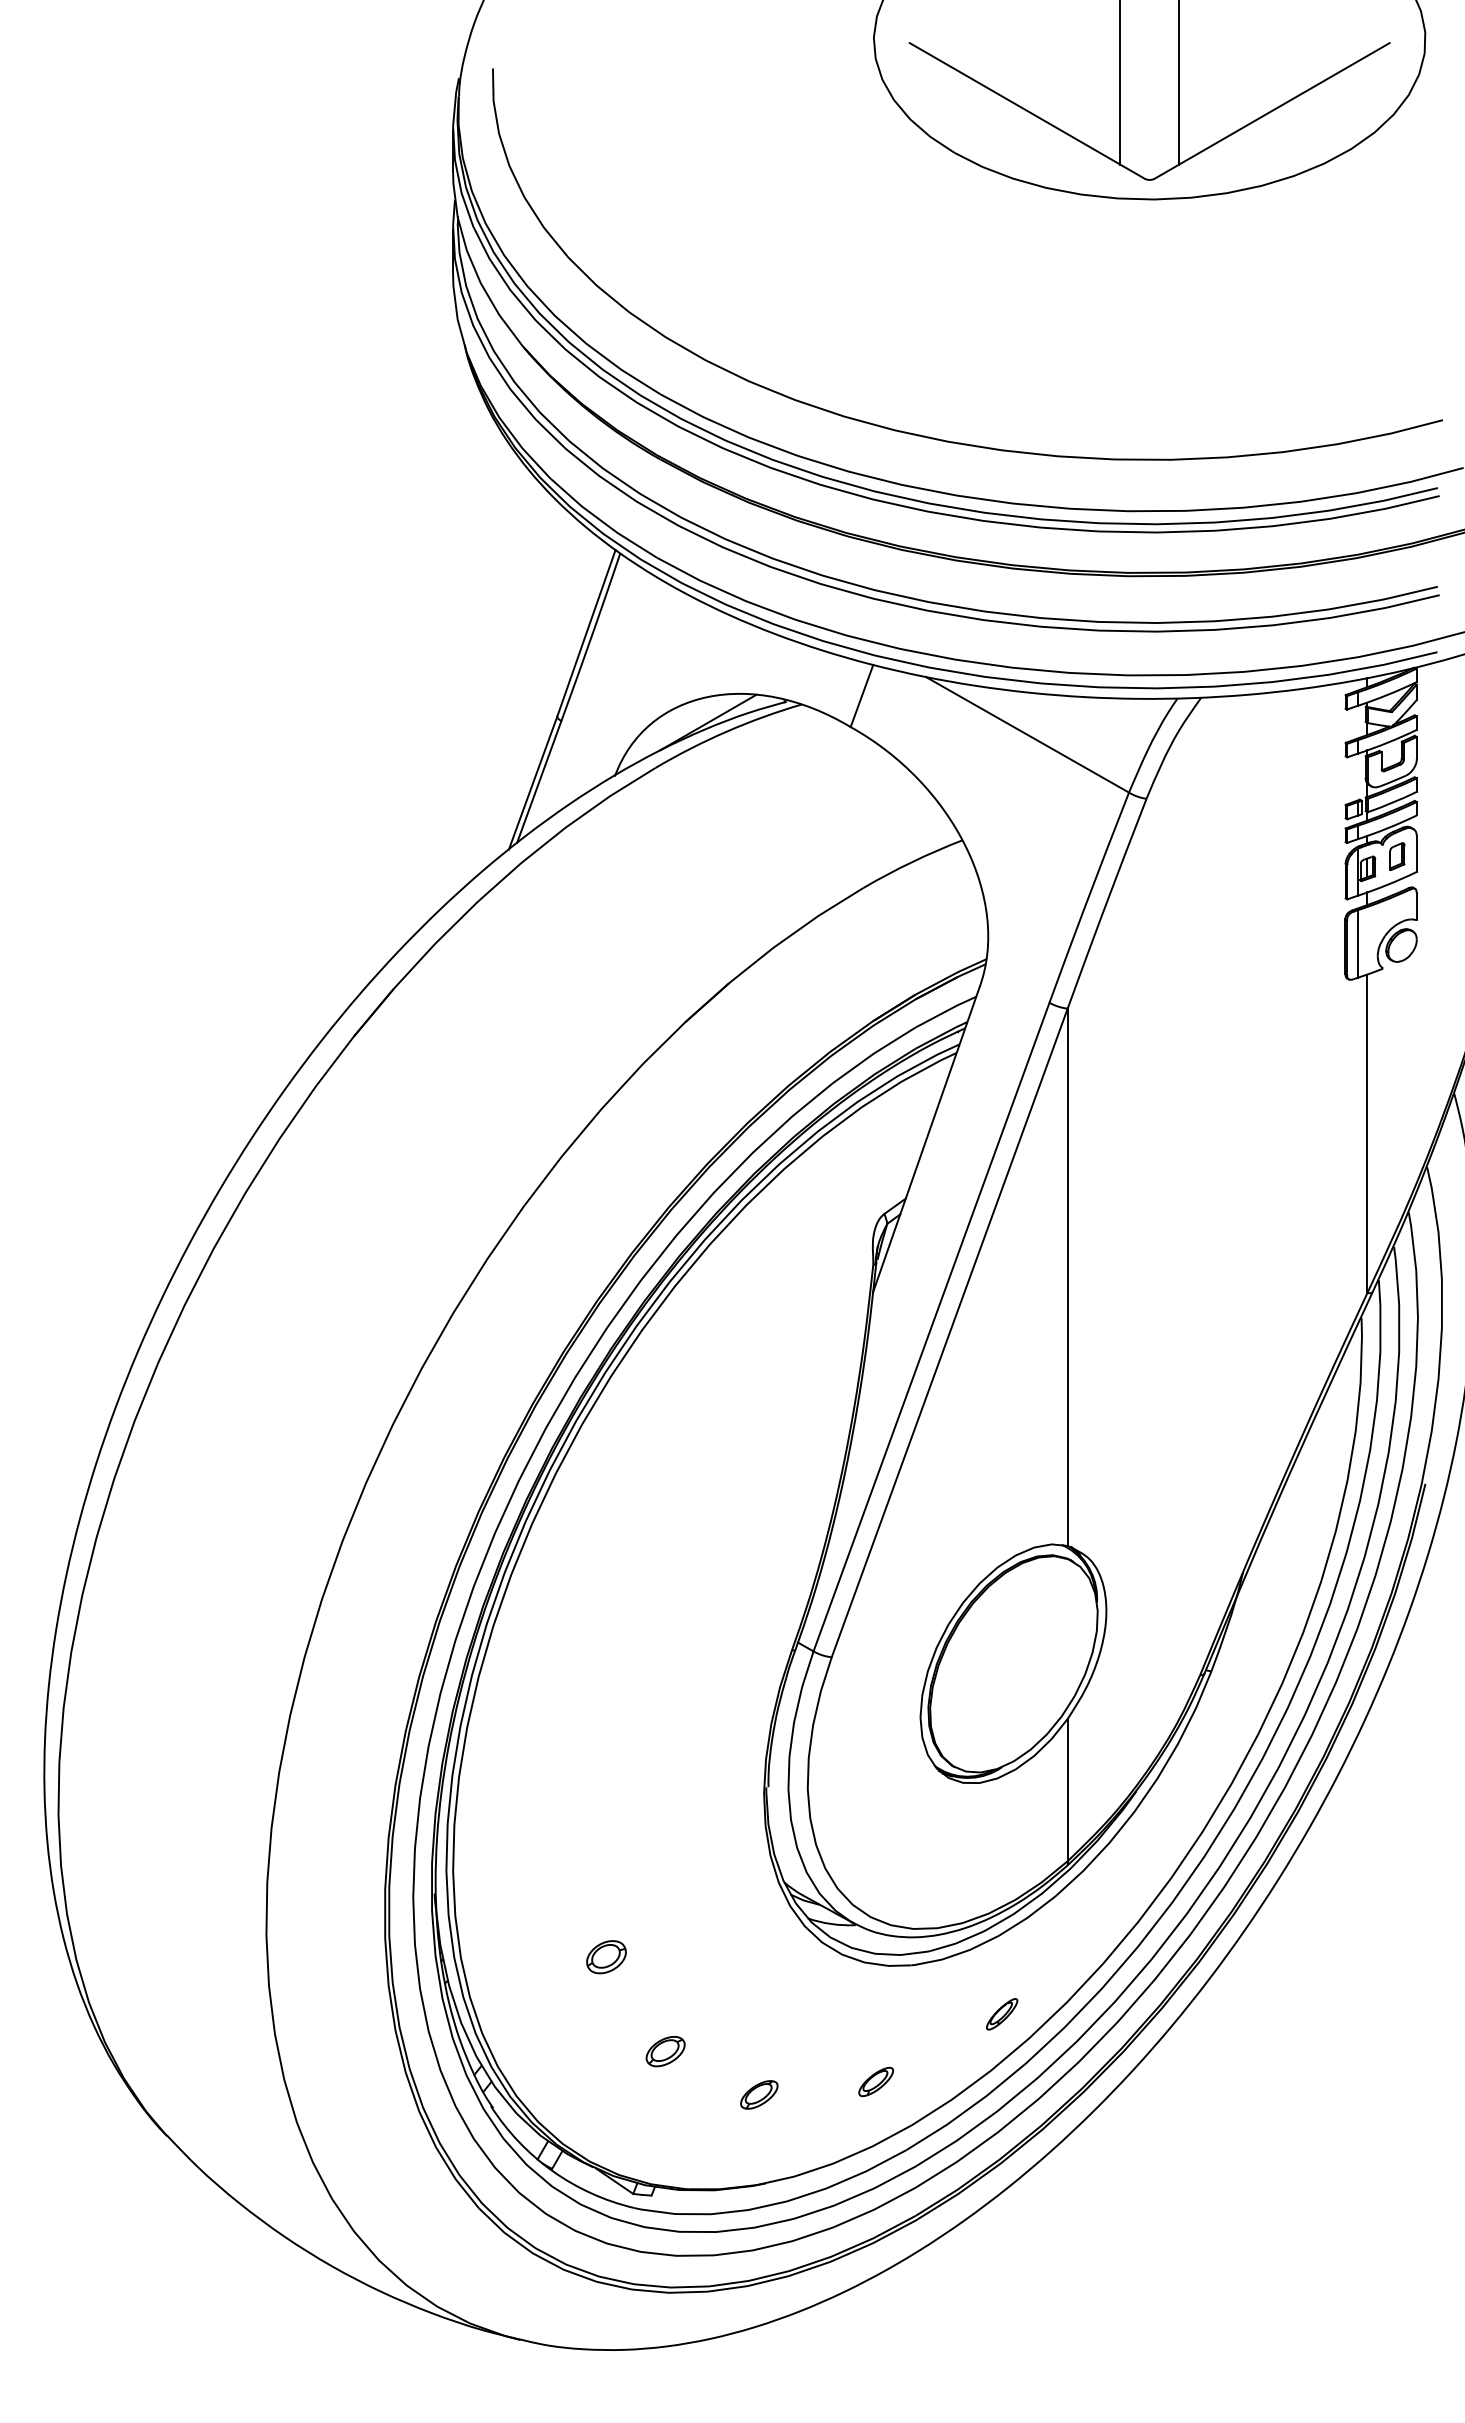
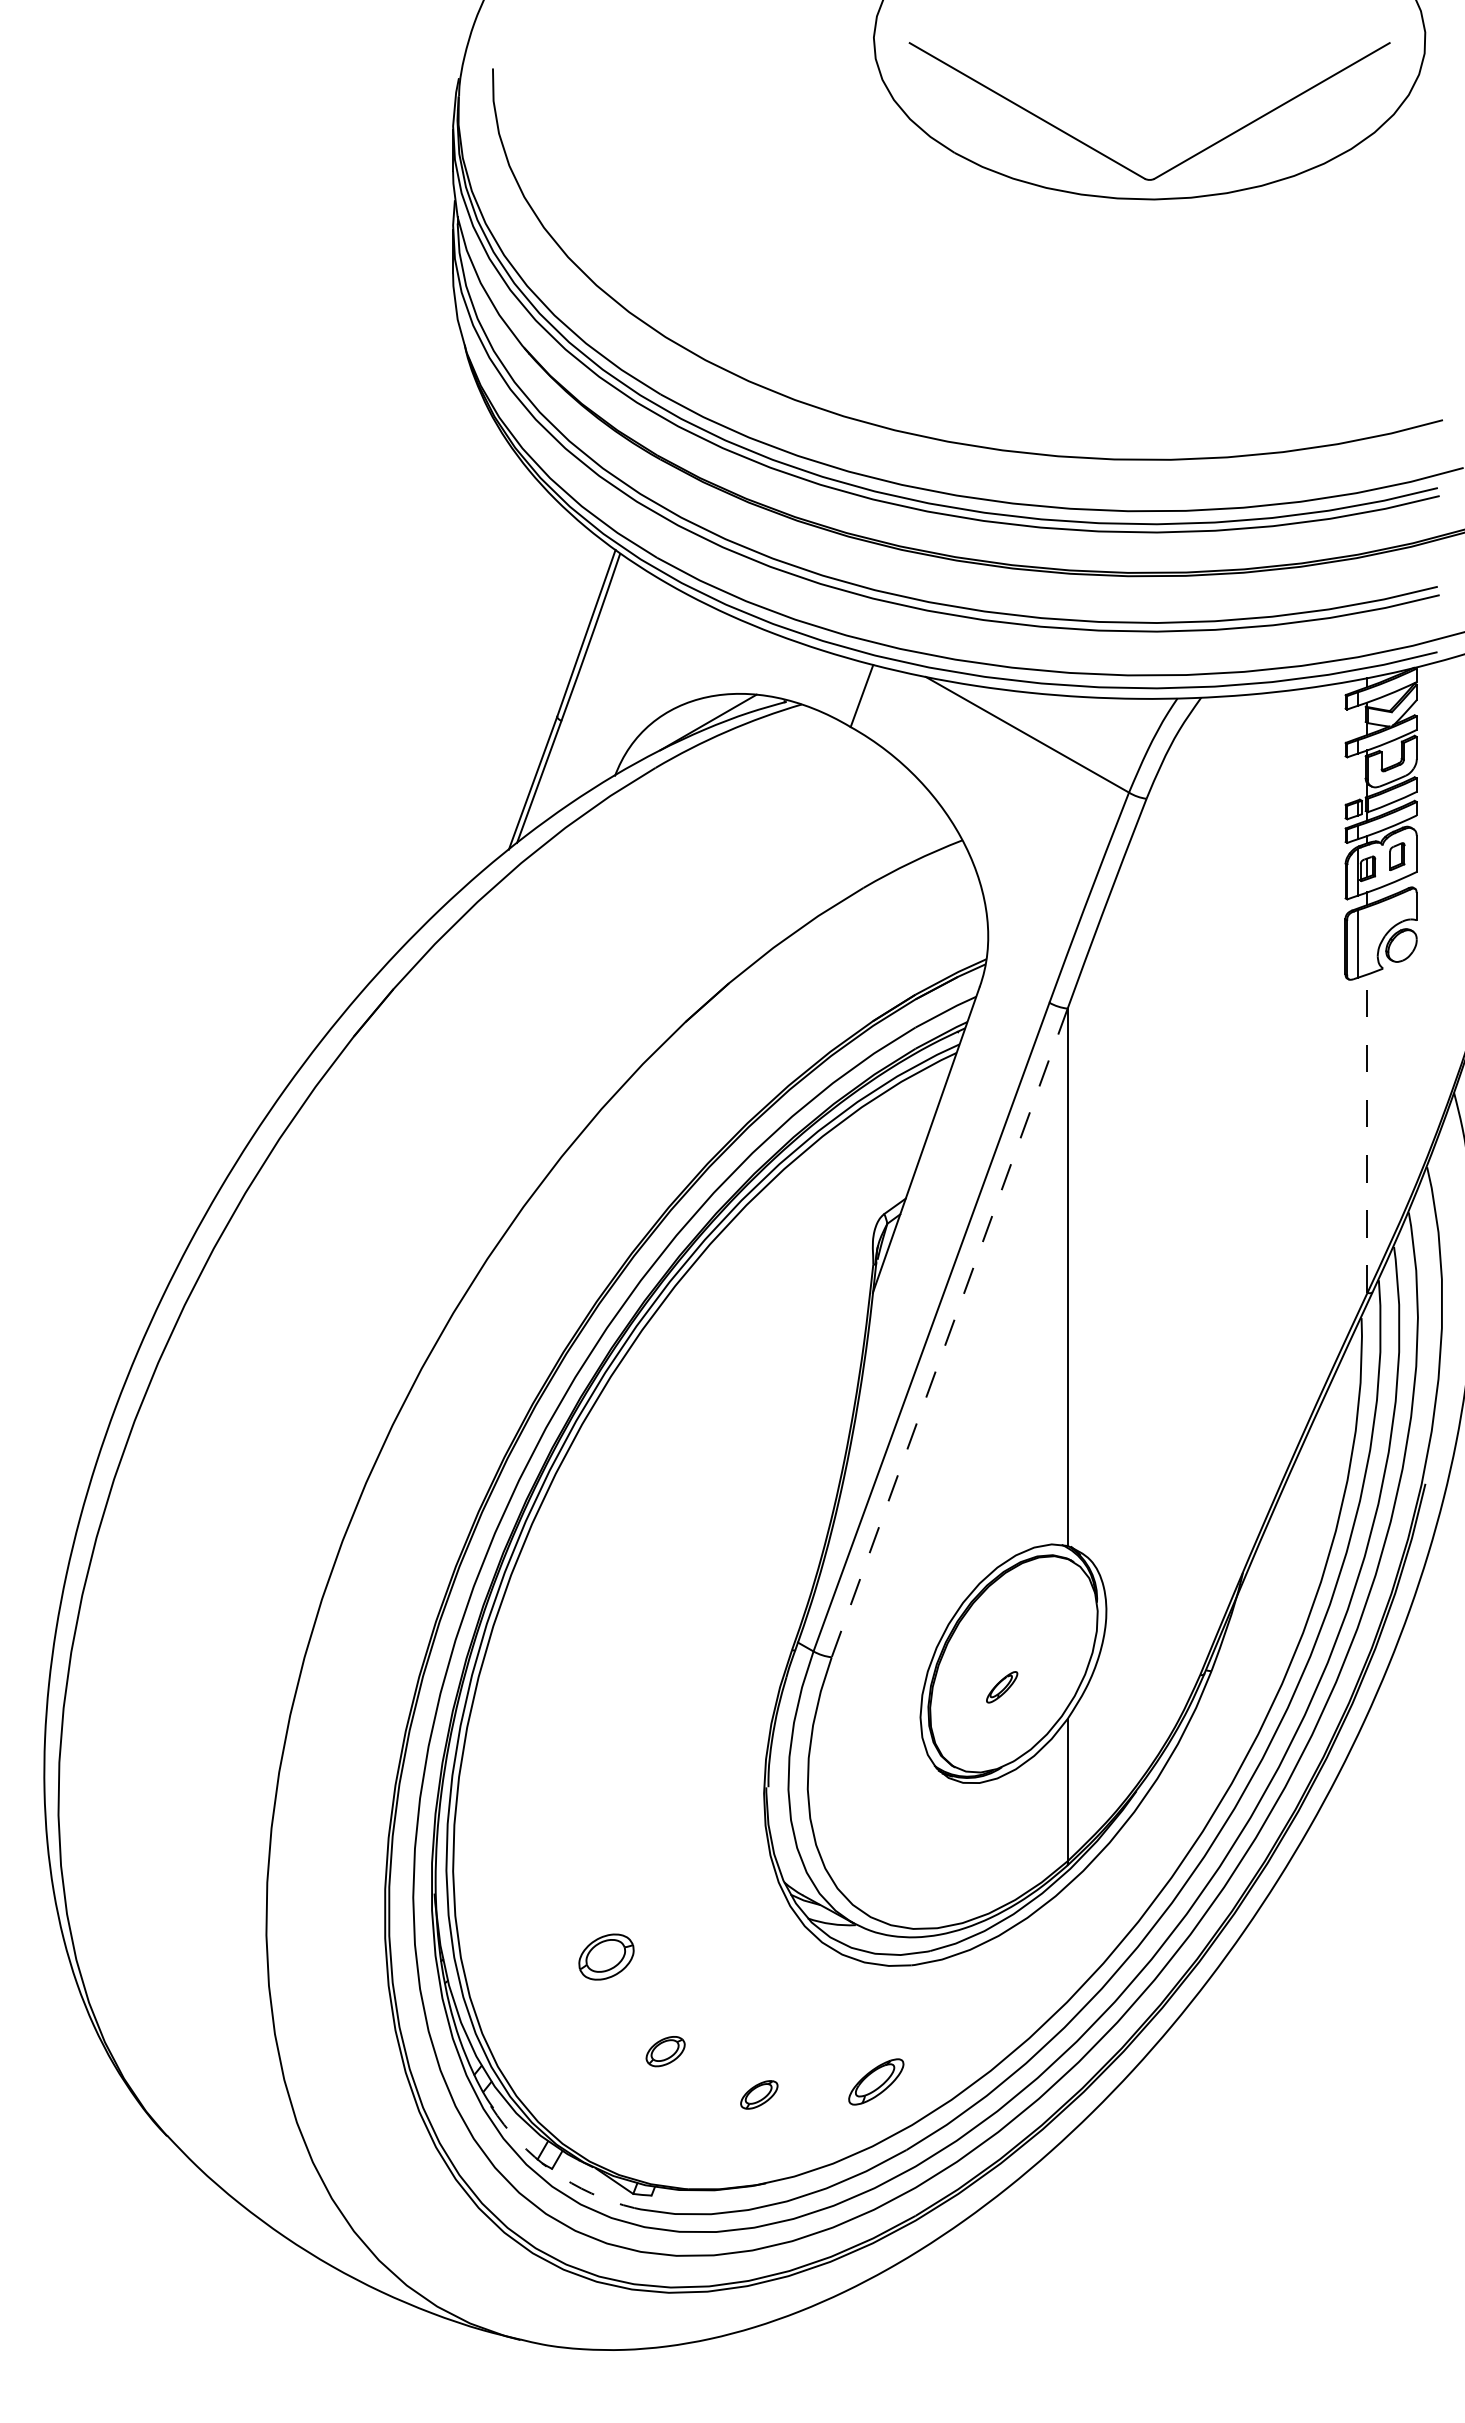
line at (1120, 83): present -> none
line at (1178, 83): present -> none
line at (1367, 1133): solid -> dashed
line at (949, 1333): solid -> dashed
part at (606, 1957) size: 41x35 px -> 57x48 px
part at (1002, 2014) position: (1002, 2014) -> (1002, 1687)
part at (875, 2081) size: 36x32 px -> 57x48 px
arc at (552, 2171): solid -> dashed
